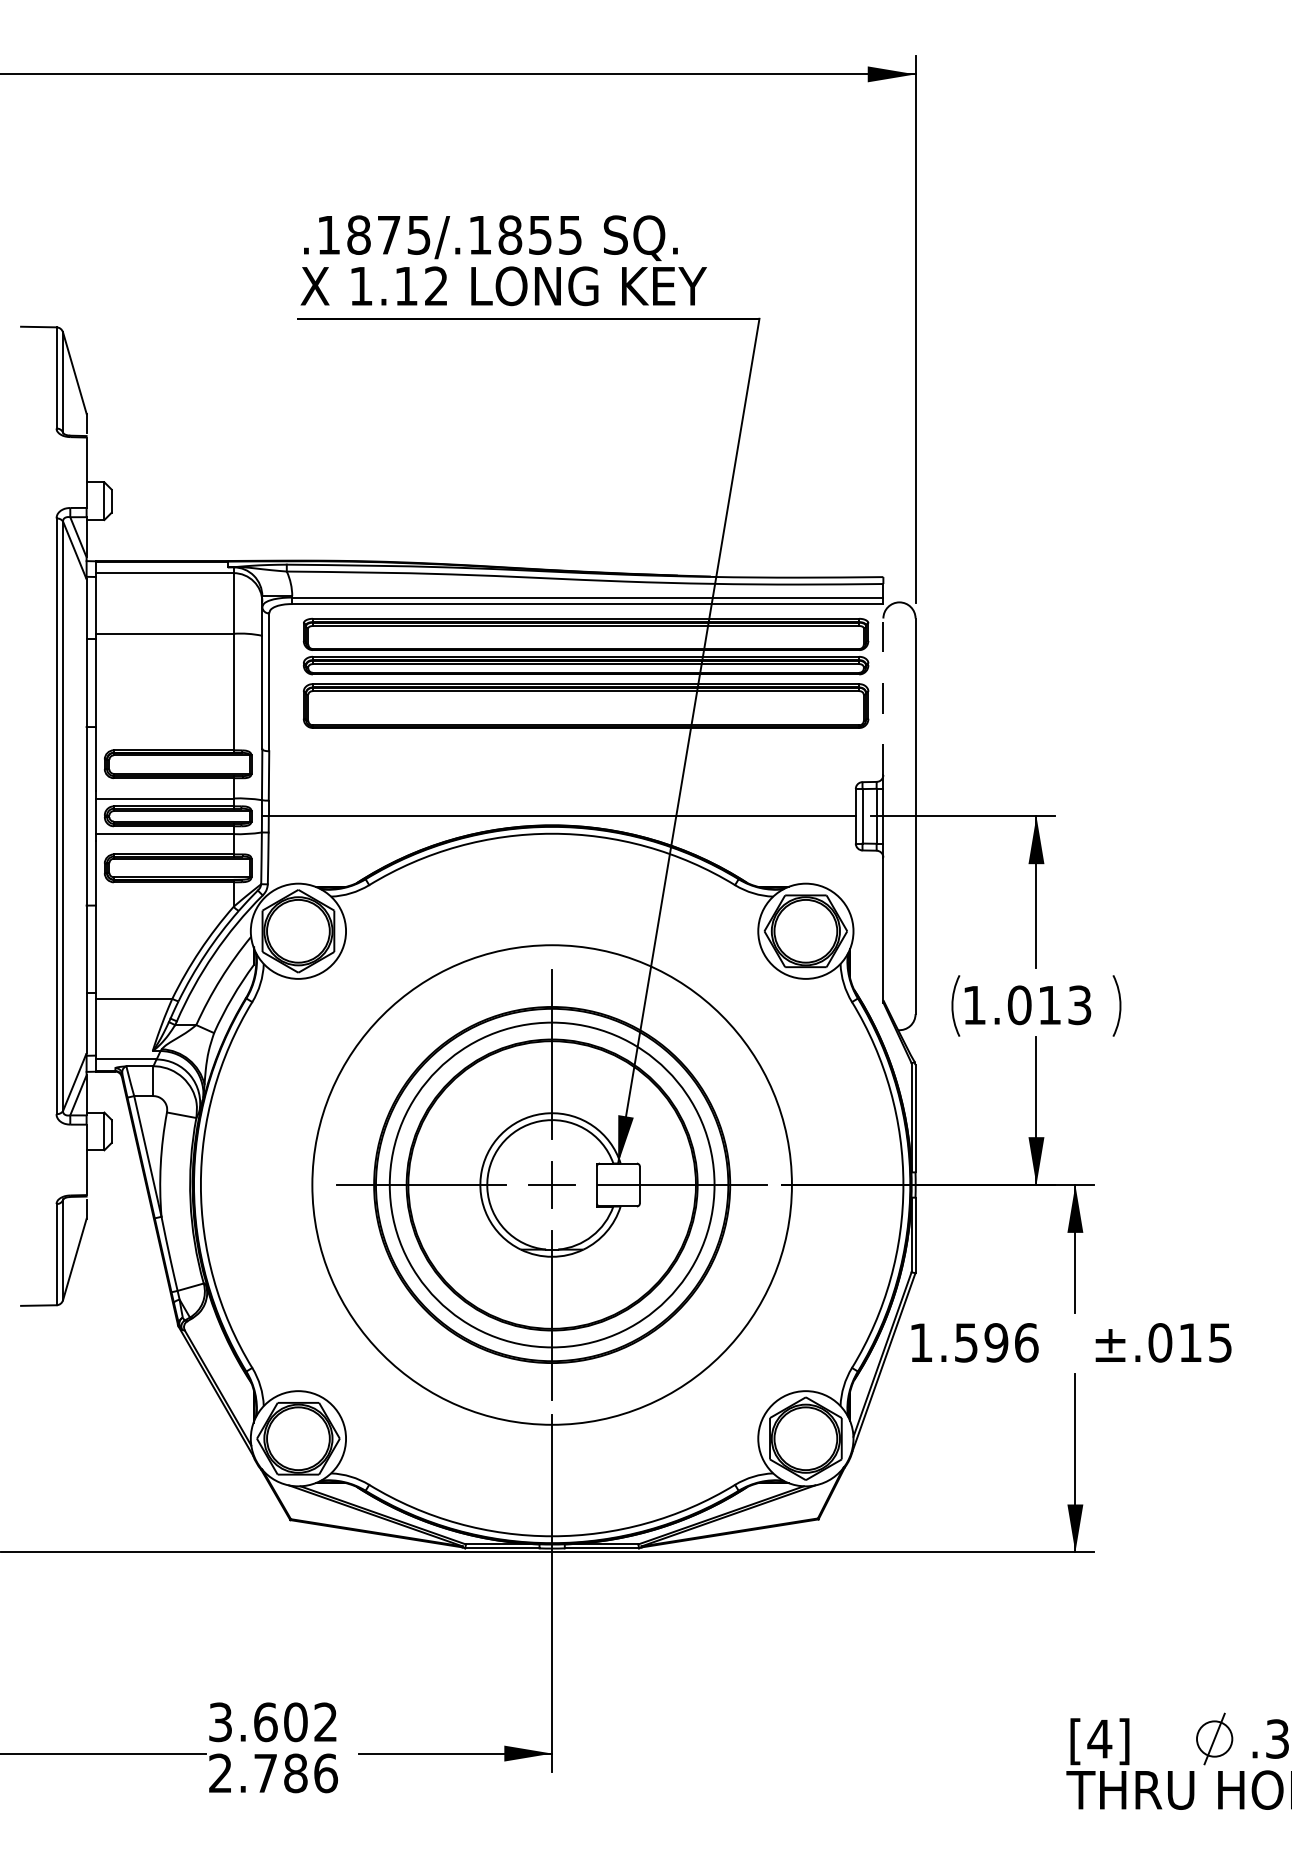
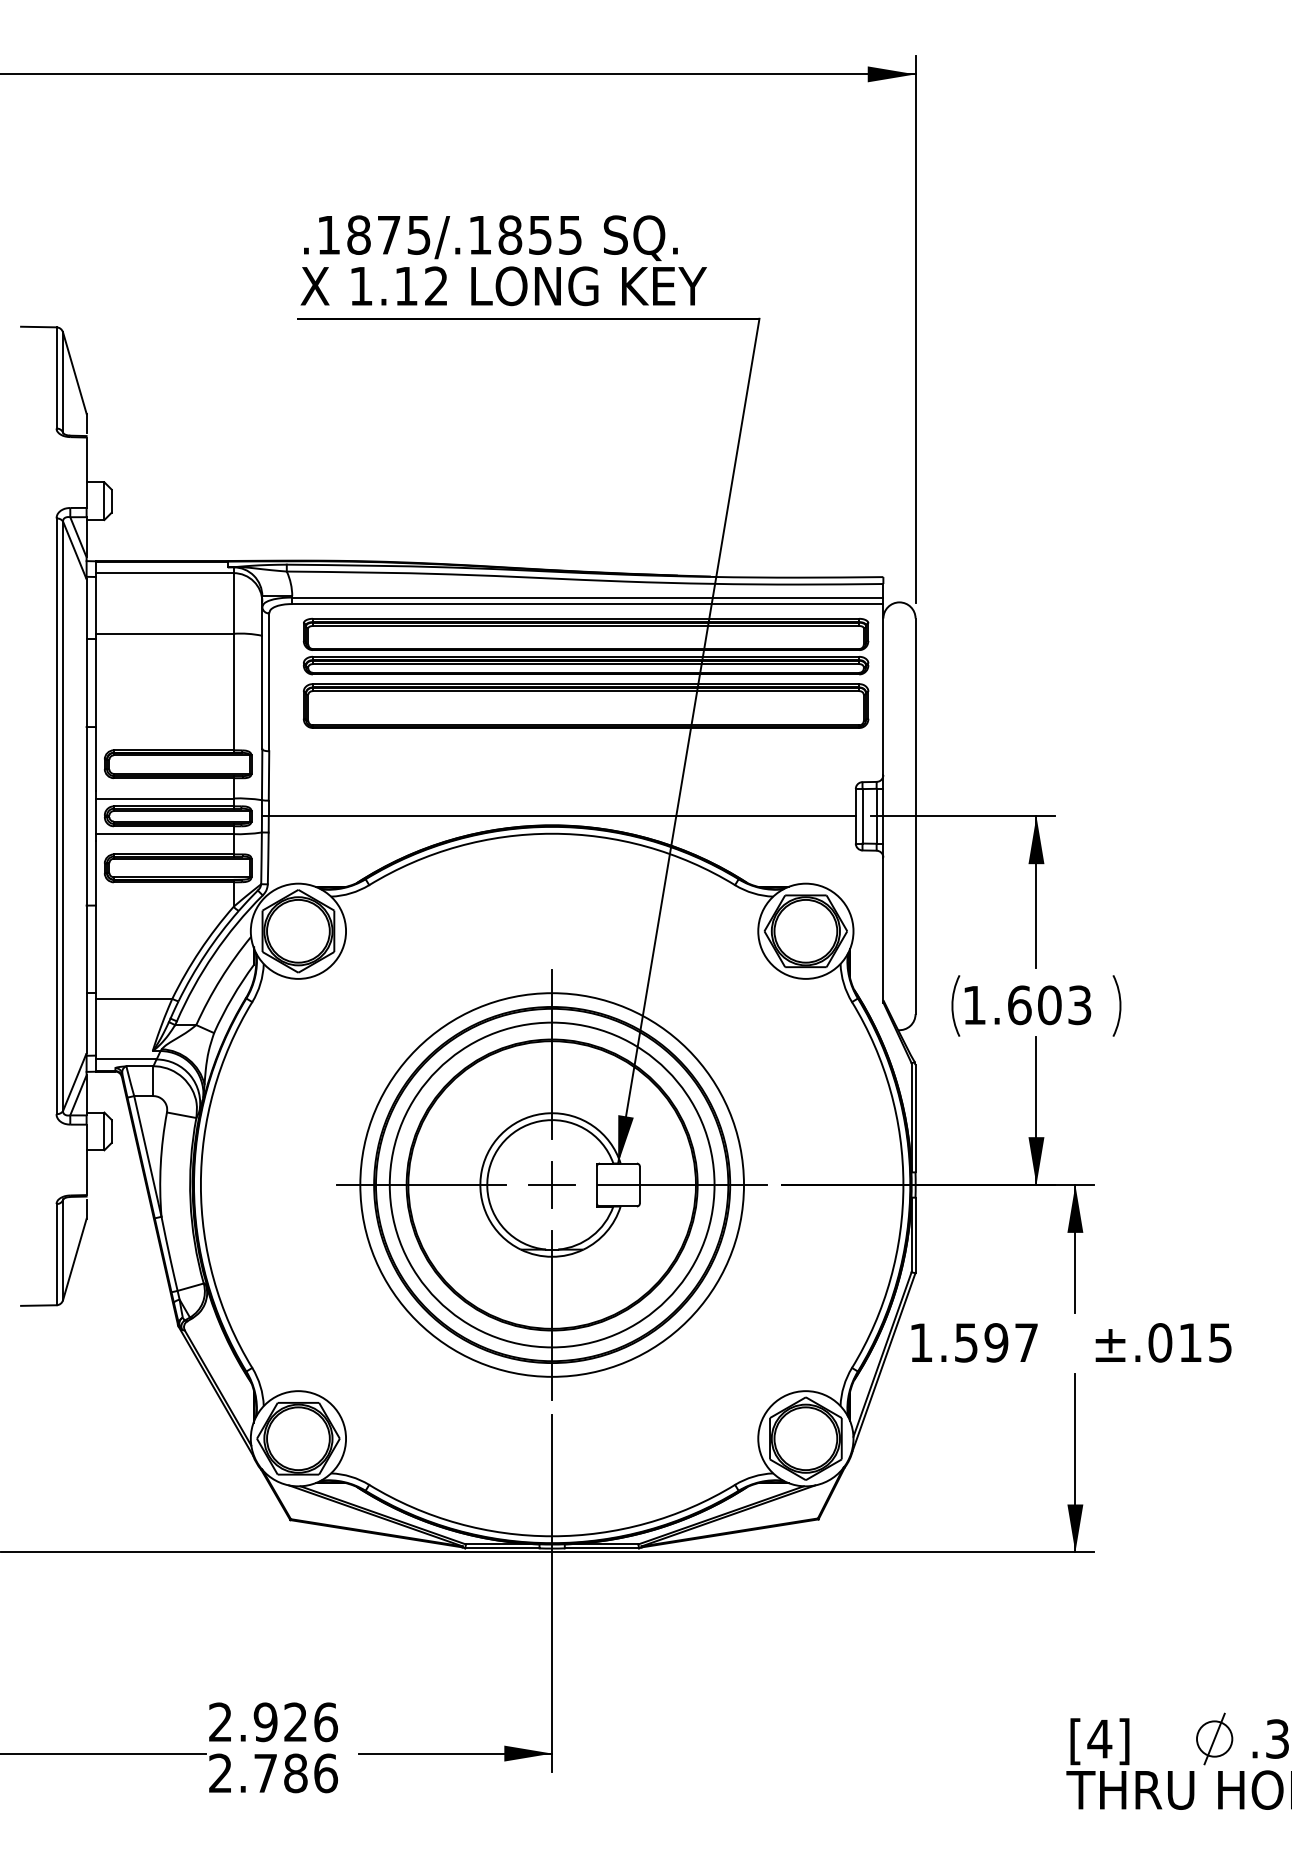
line at (883, 689): dashed -> solid
text at (1034, 1005): 1.013 -> 1.603
circle at (551, 1184) diameter: 480 px -> 384 px
text at (1026, 1342): 1.596 -> 1.597
text at (273, 1722): 3.602 -> 2.926
